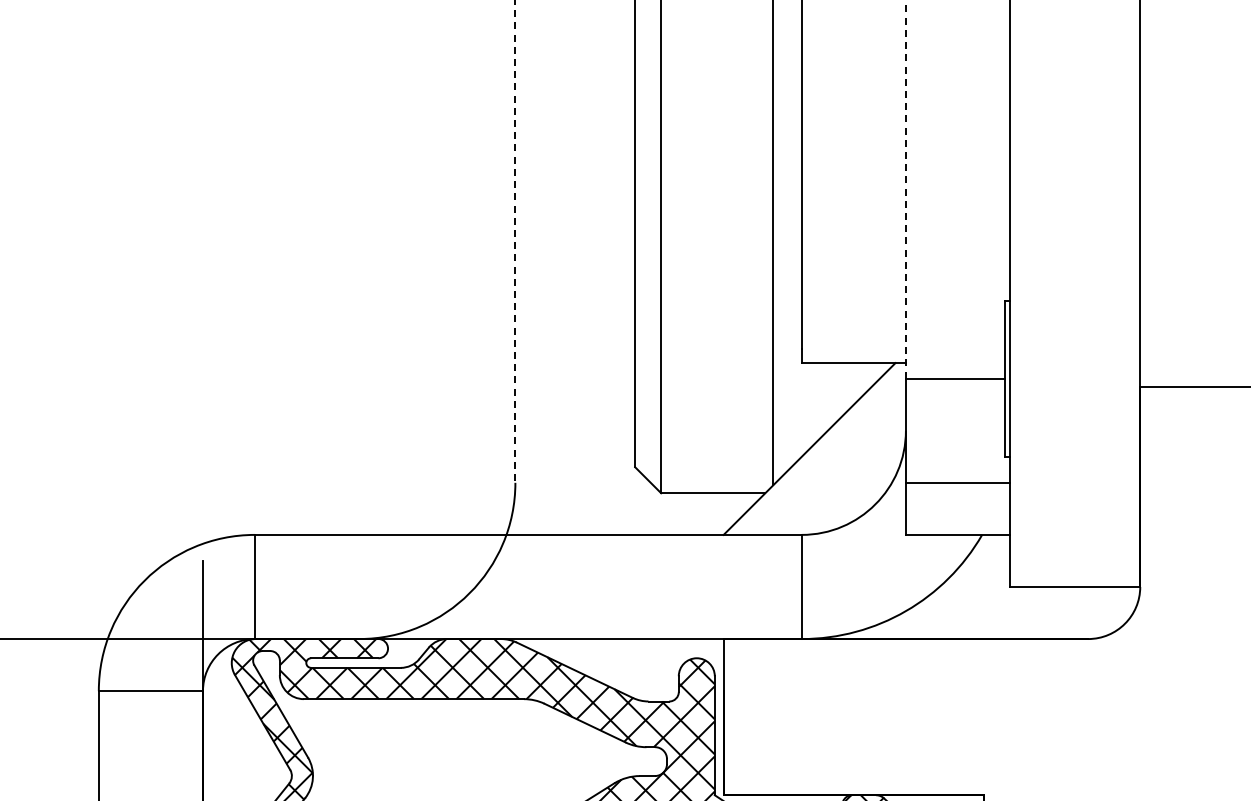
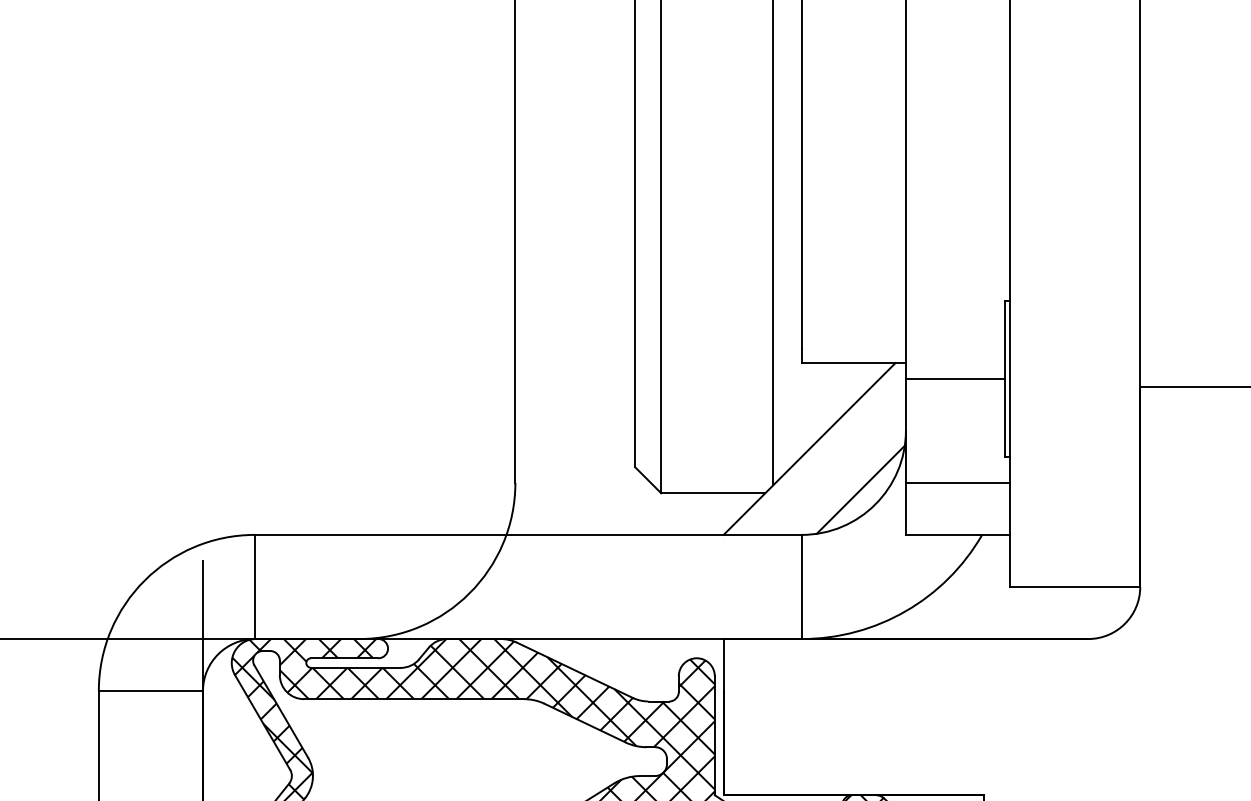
line at (905, 189): dashed -> solid
line at (515, 241): dashed -> solid
line at (860, 489): none -> present
